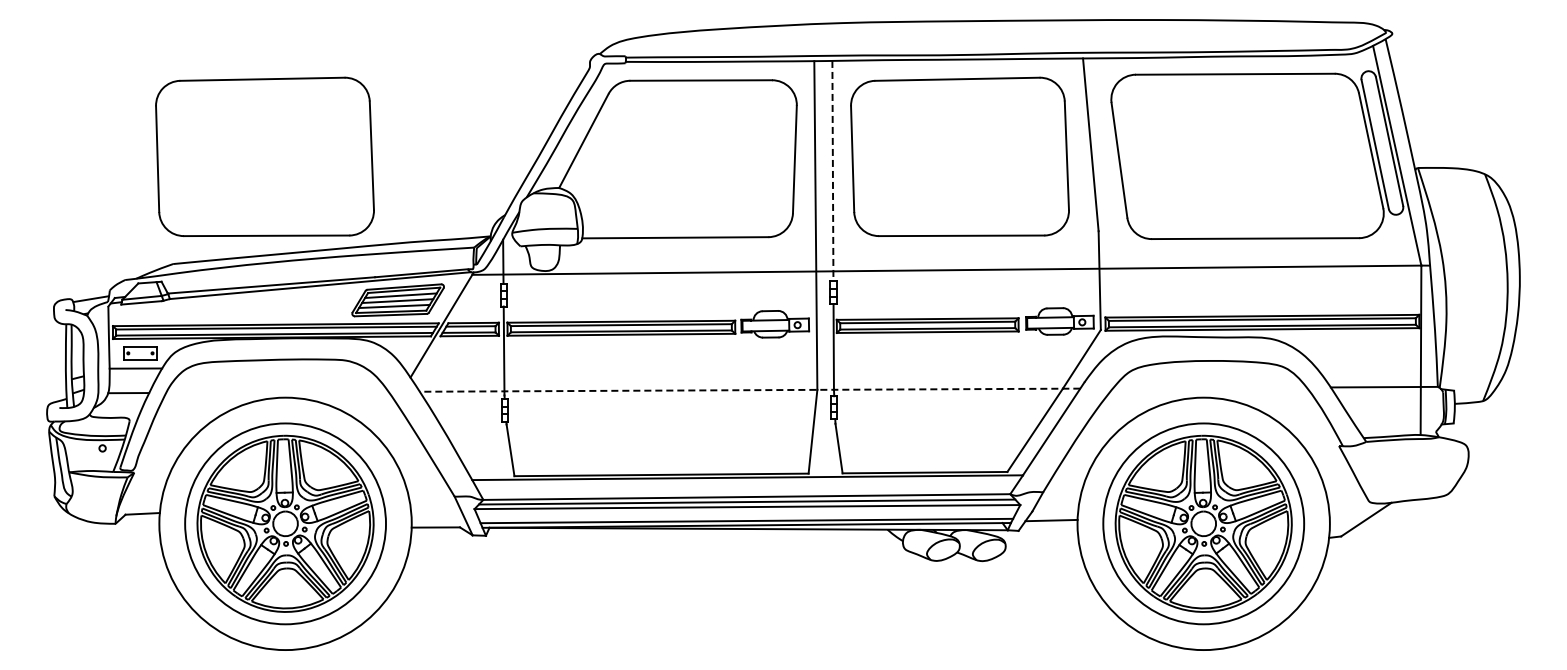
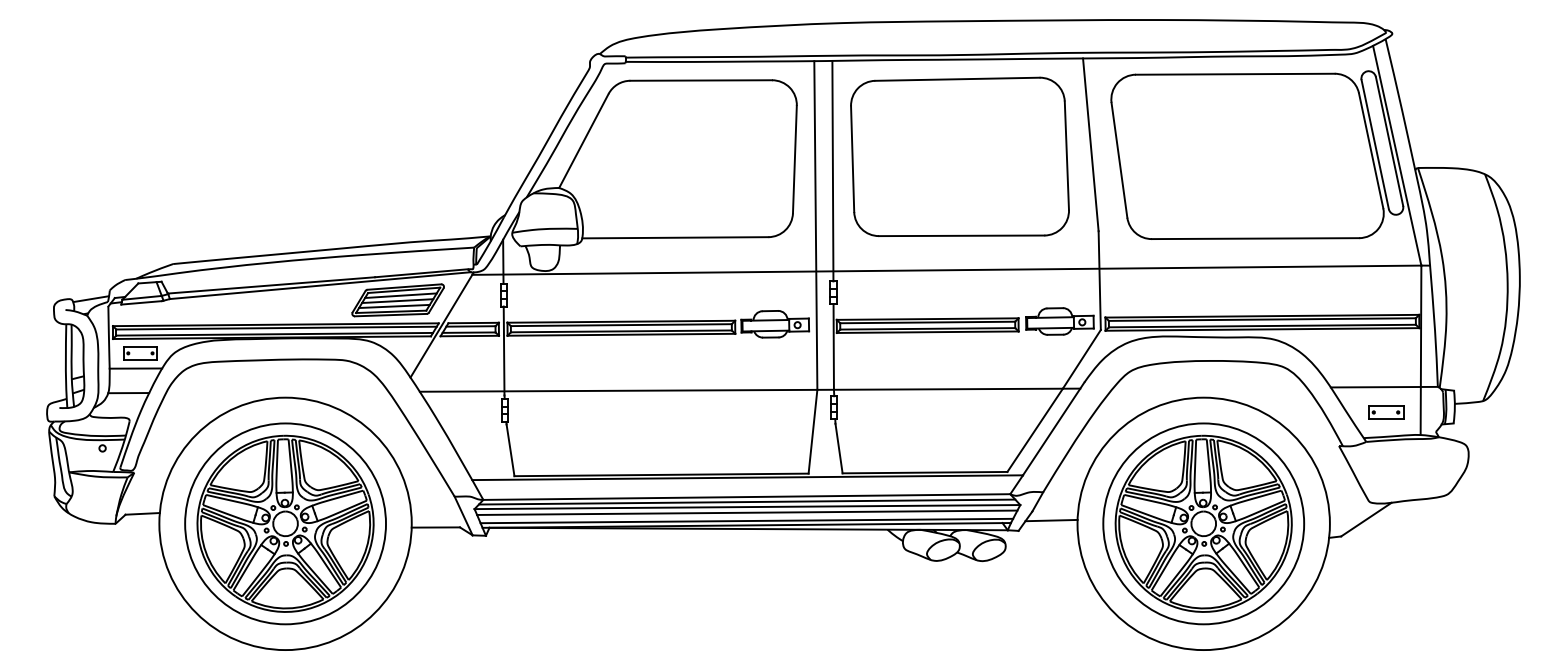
part at (264, 156): present -> none
line at (832, 171): dashed -> solid
line at (749, 390): dashed -> solid
part at (1386, 412): none -> present
line at (747, 512): none -> present
